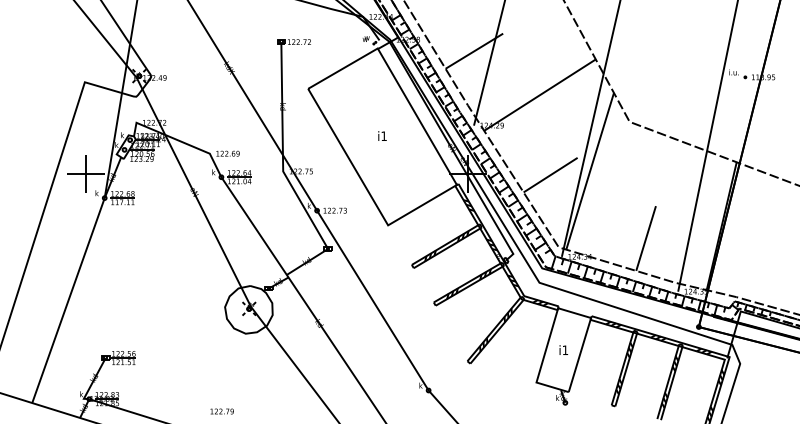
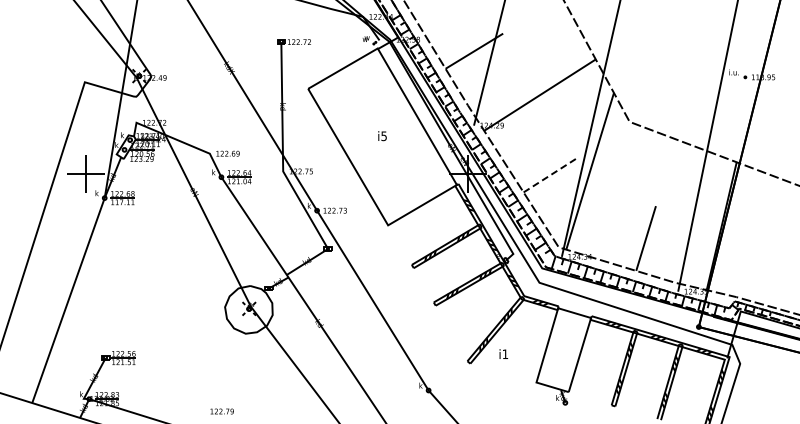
text at (383, 136): i1 -> i5
line at (551, 174): solid -> dashed
text at (563, 349) position: (563, 349) -> (503, 353)
